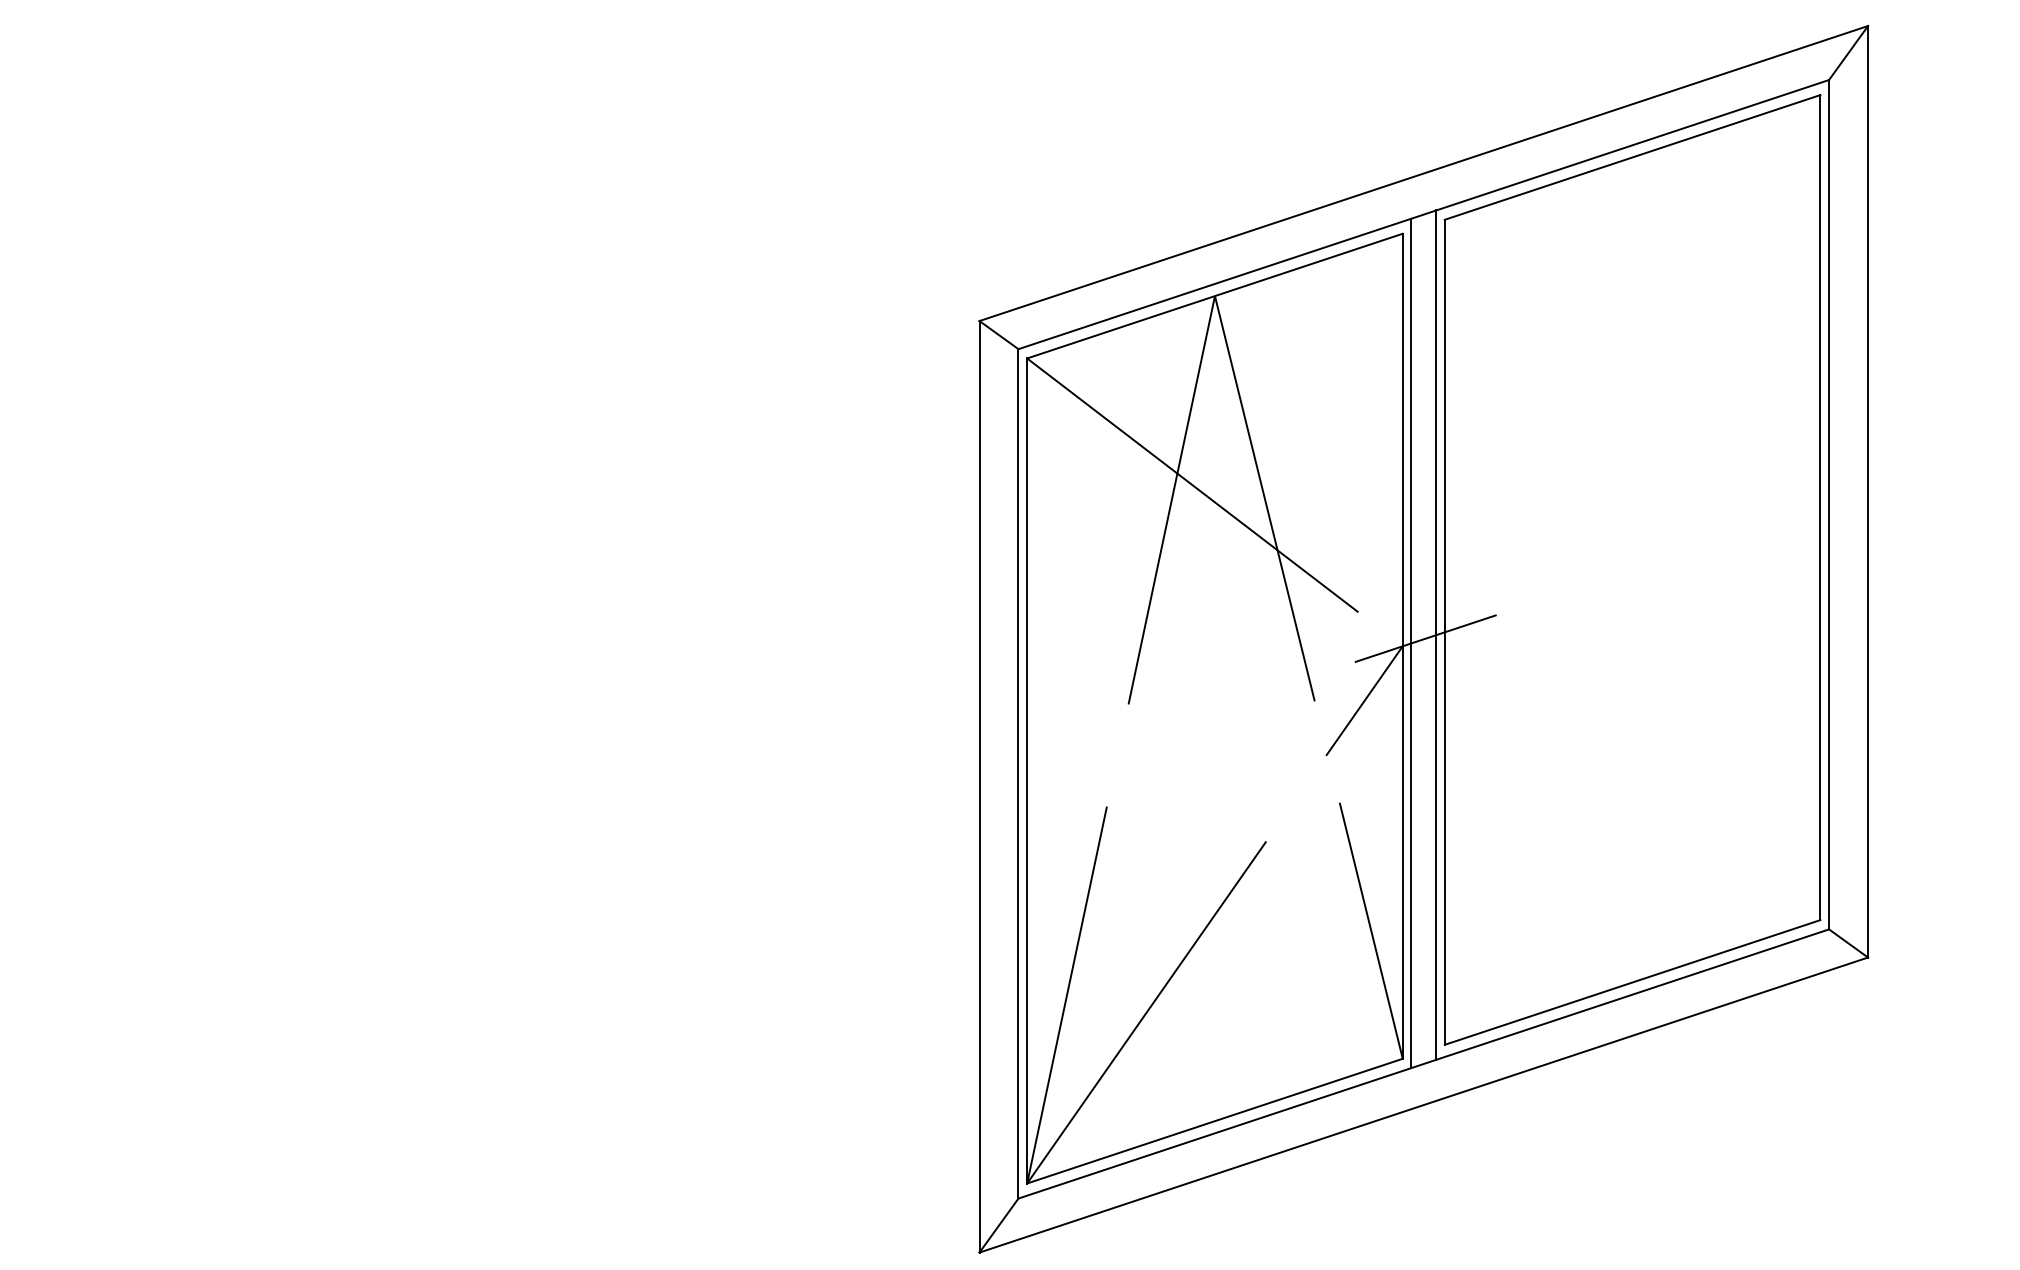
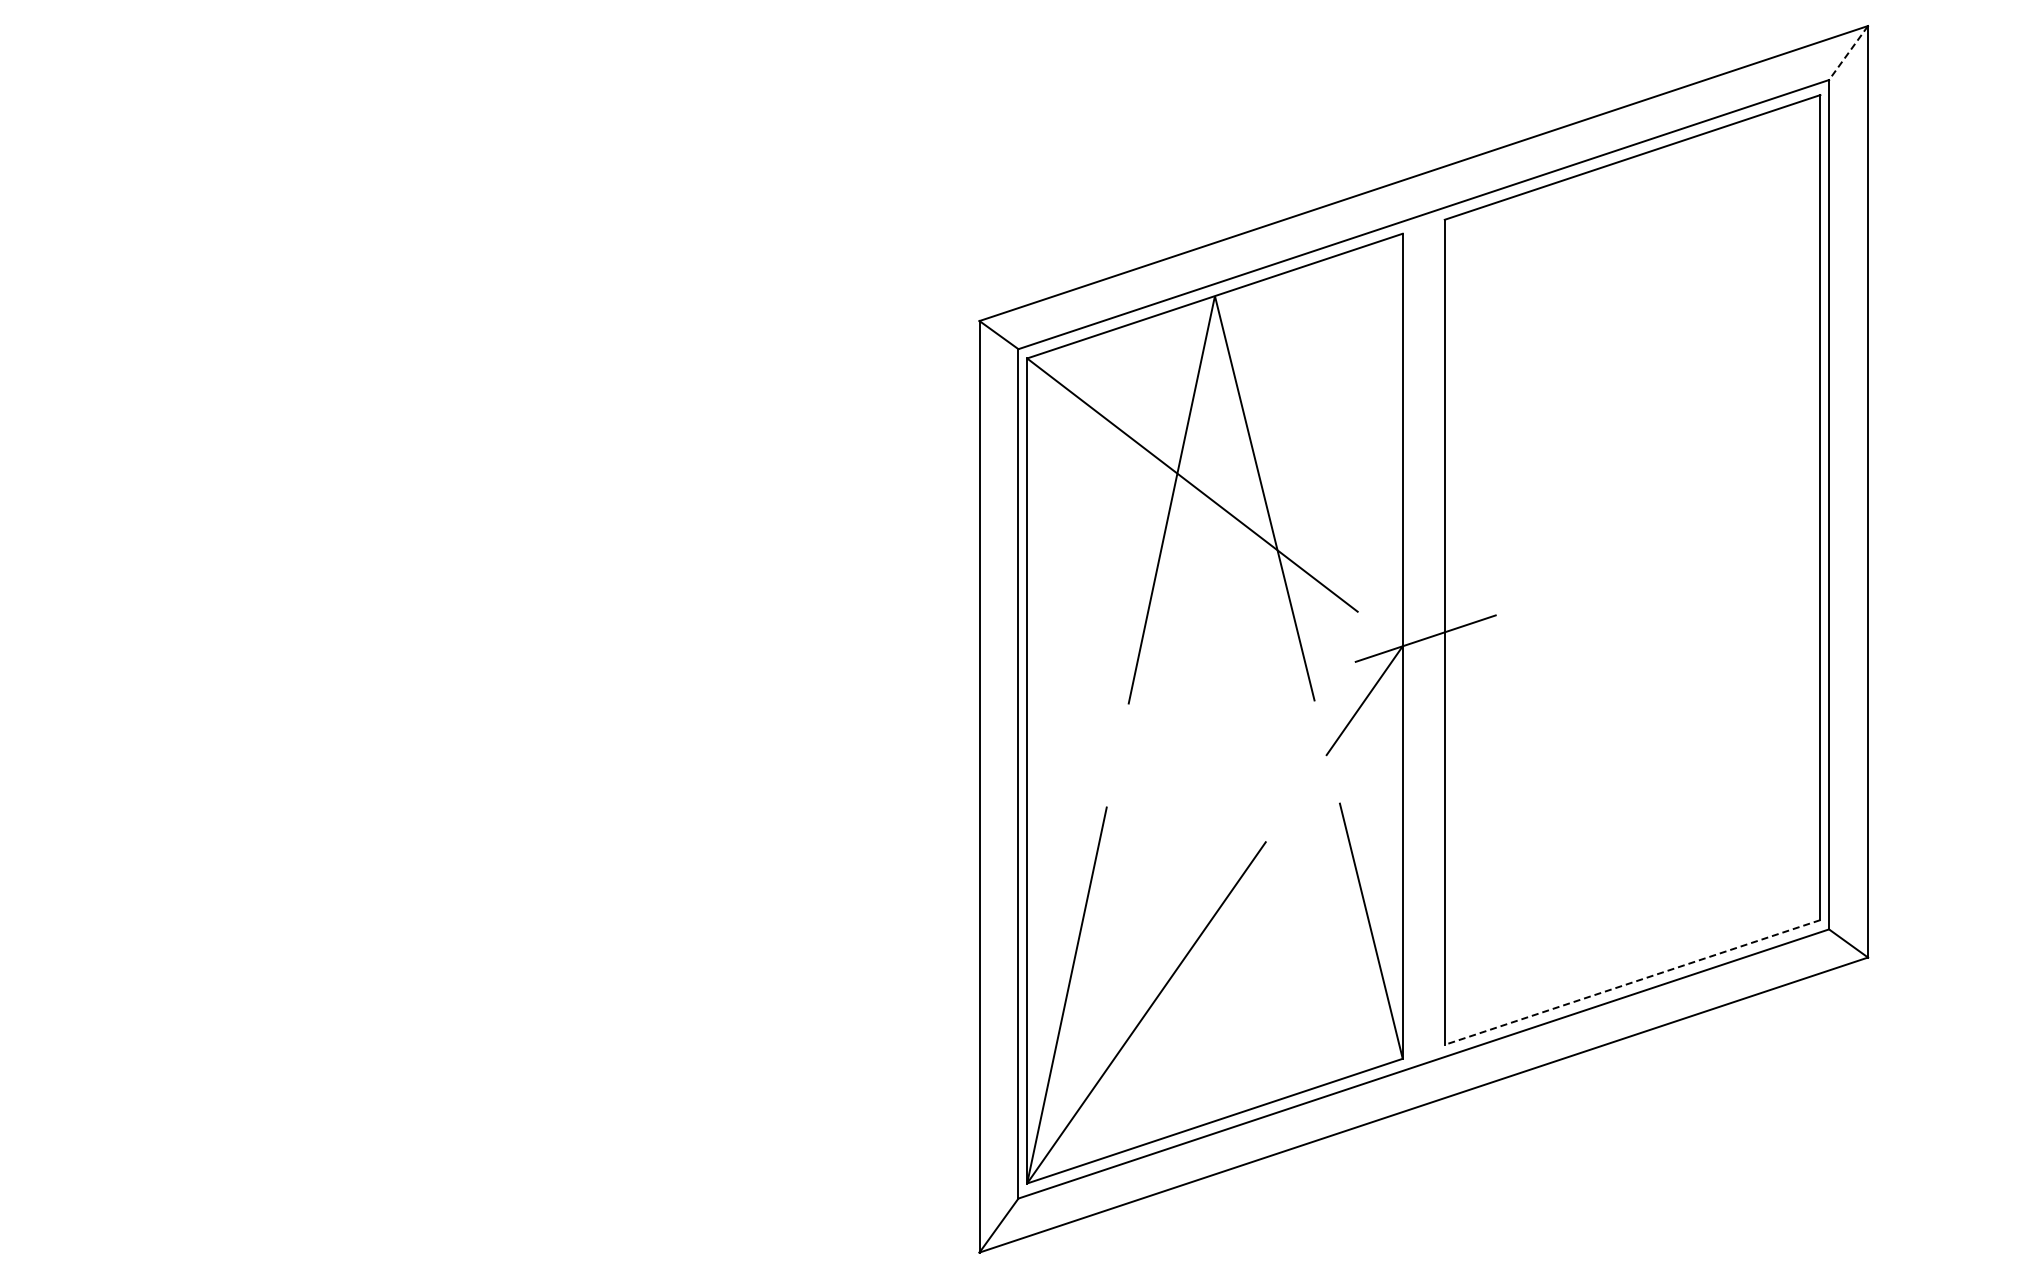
line at (1848, 53): solid -> dashed
line at (1436, 634): present -> none
line at (1411, 643): present -> none
line at (1632, 982): solid -> dashed
